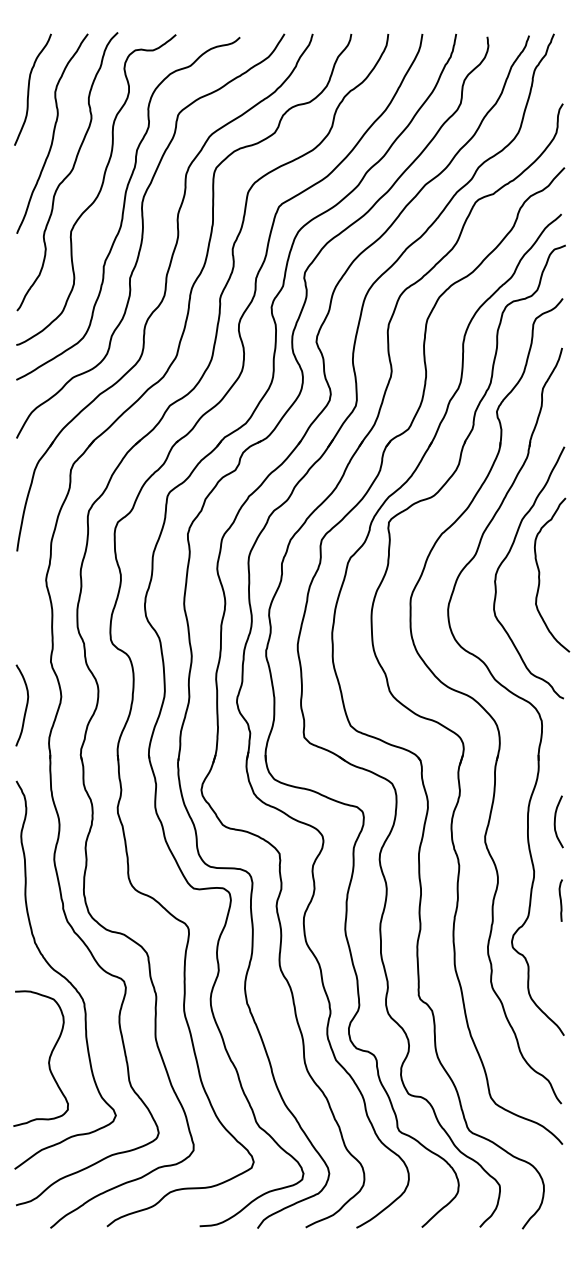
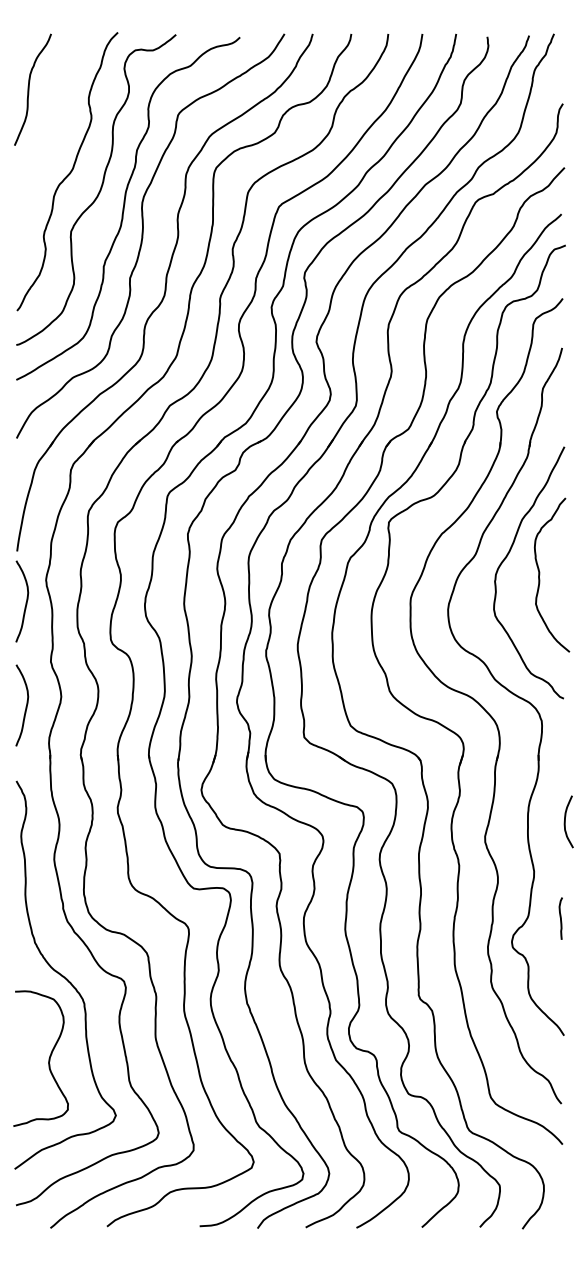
curve at (52, 133): present -> none
curve at (25, 602): none -> present
curve at (555, 821) position: (555, 821) -> (565, 821)
curve at (560, 900) position: (560, 900) -> (560, 918)
